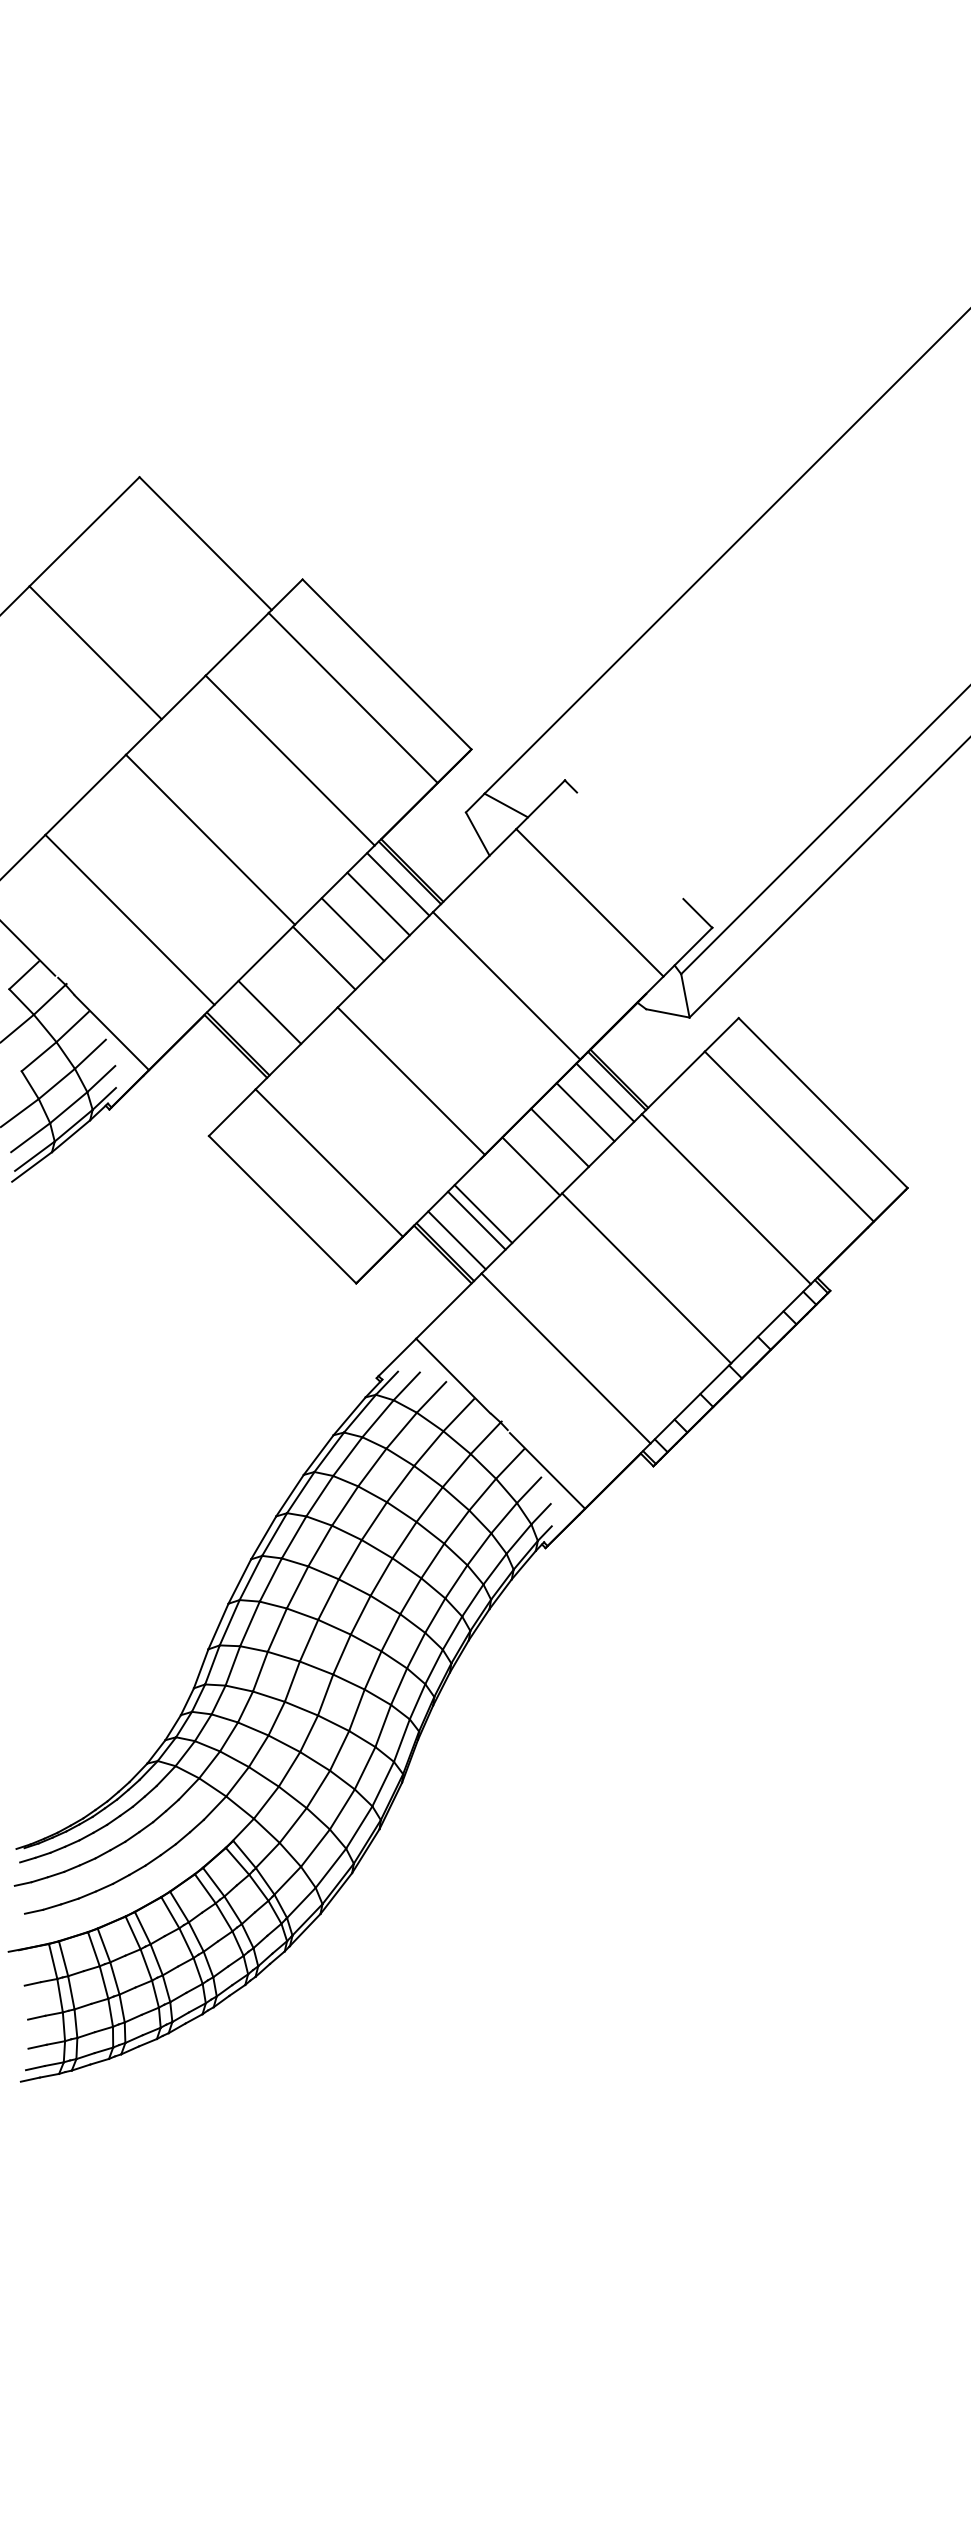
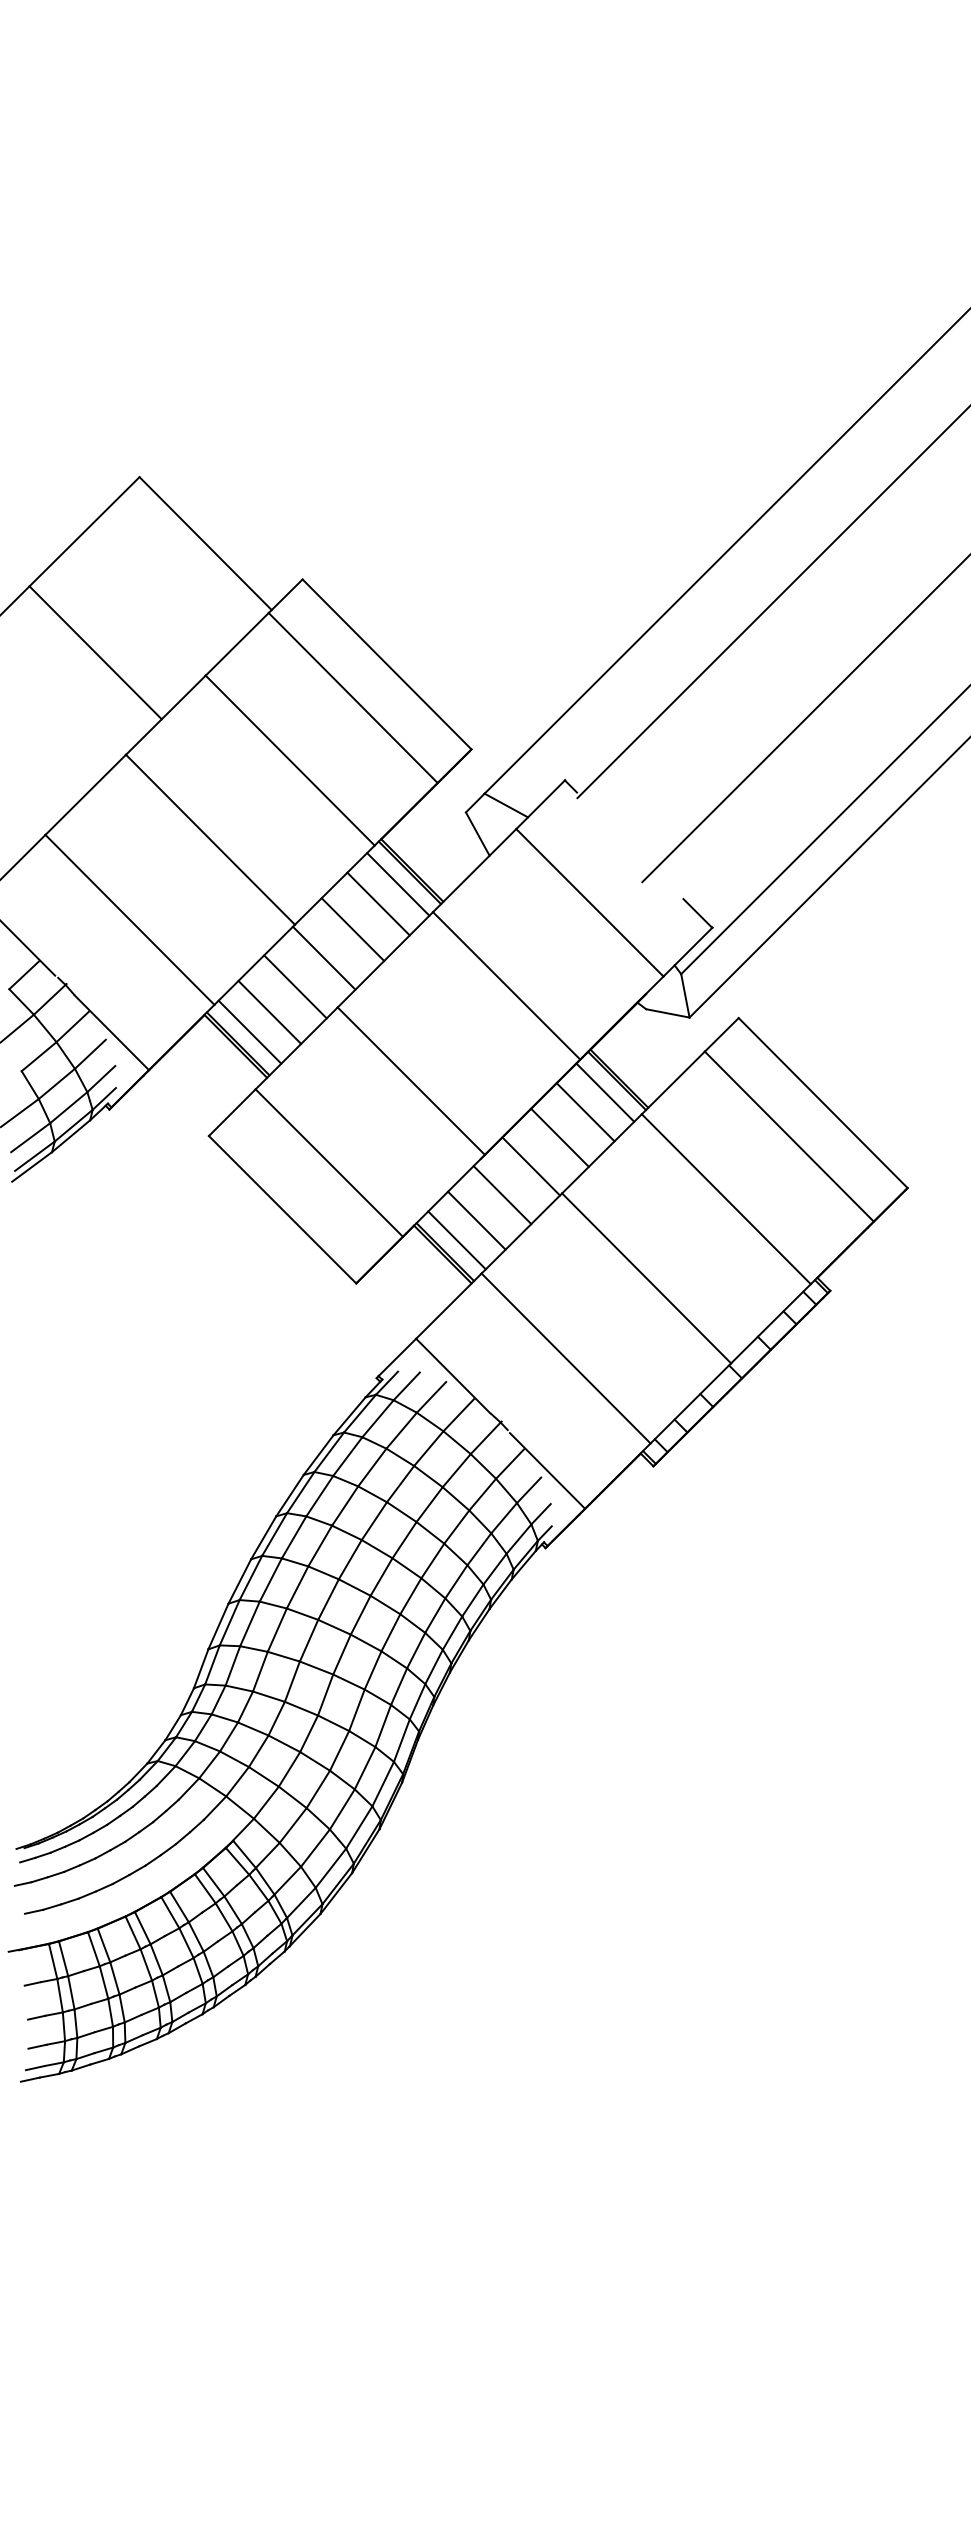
line at (772, 603): none -> present
line at (804, 719): none -> present
line at (295, 986): none -> present
line at (249, 1031): none -> present
line at (483, 1214) position: (483, 1214) -> (502, 1195)
